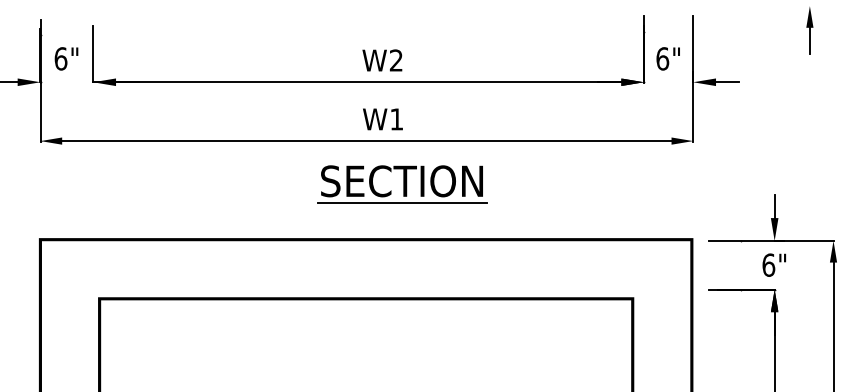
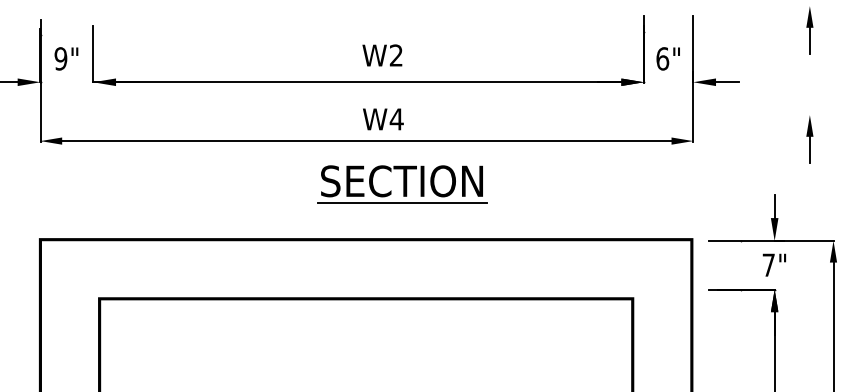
text at (60, 58): 6" -> 9"
text at (382, 60) position: (382, 60) -> (382, 55)
text at (396, 119): W1 -> W4
part at (809, 139): none -> present
text at (768, 264): 6" -> 7"
